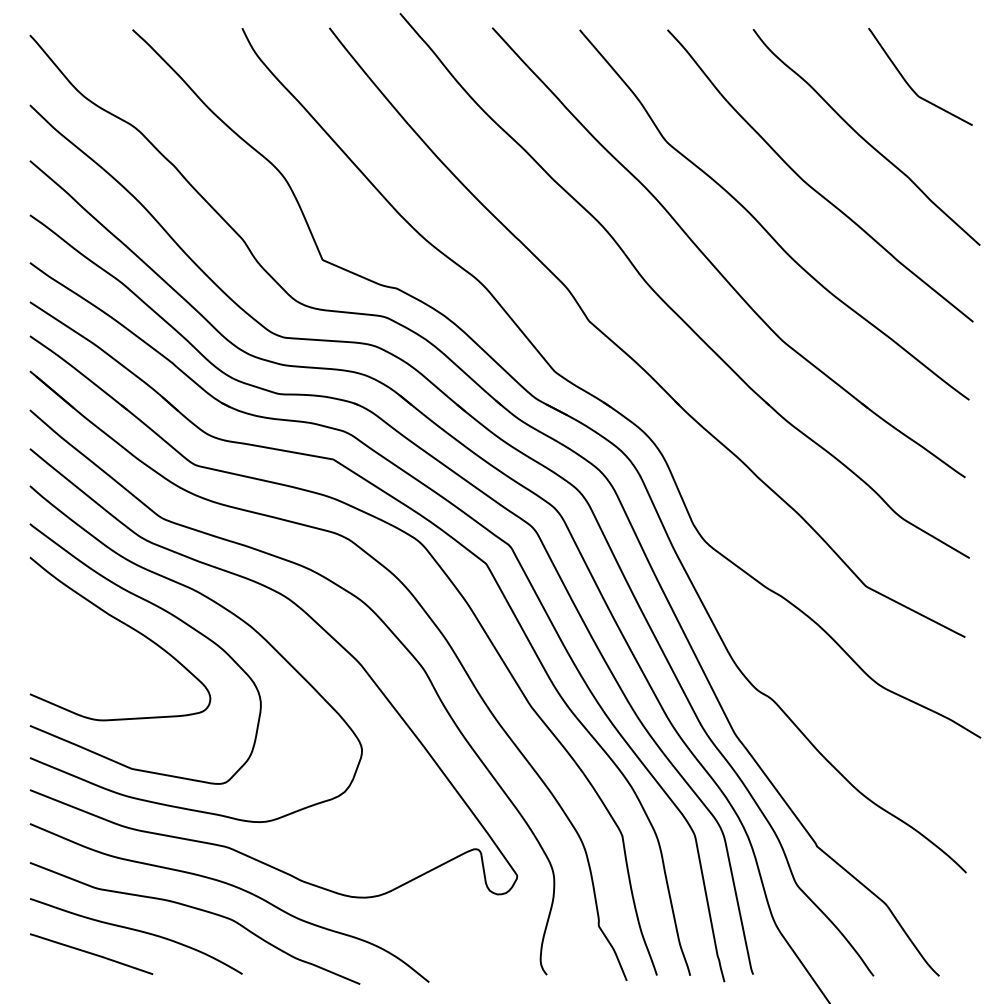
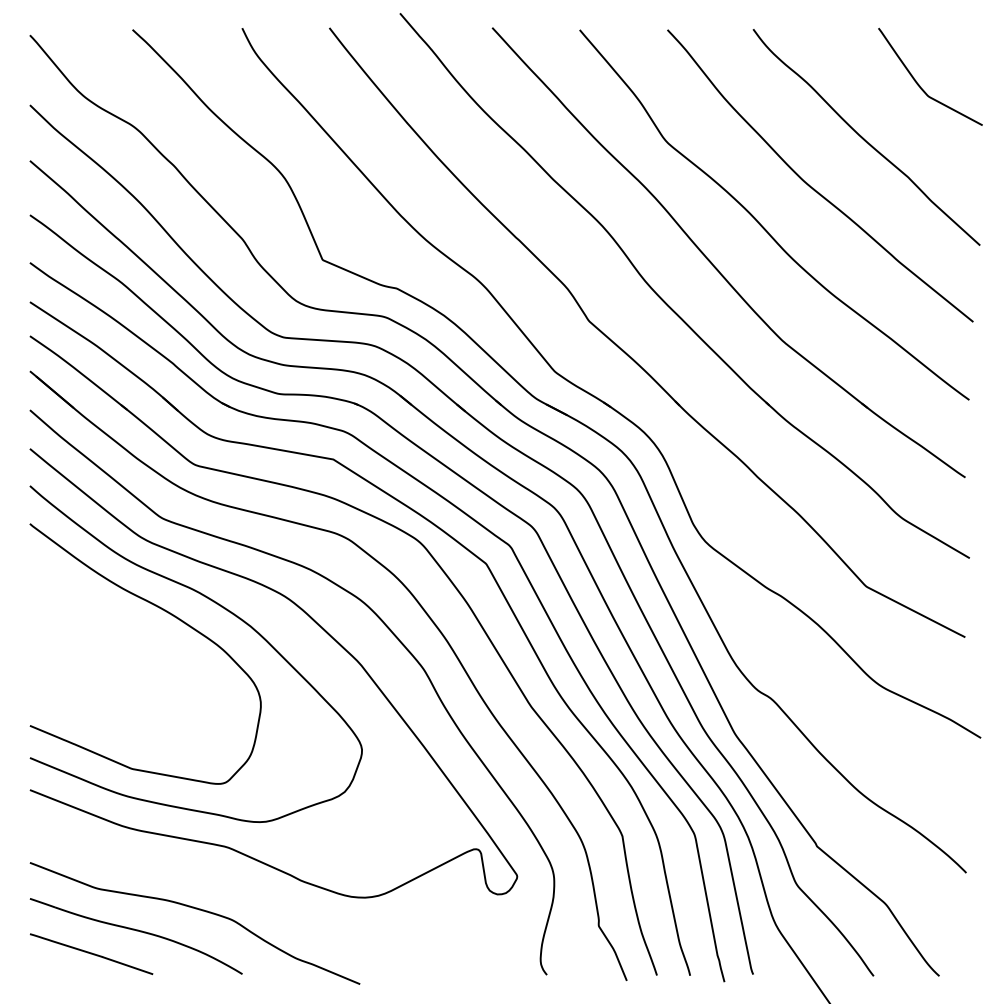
curve at (910, 85) position: (910, 85) -> (920, 85)
curve at (127, 626): present -> none
curve at (236, 888): present -> none
